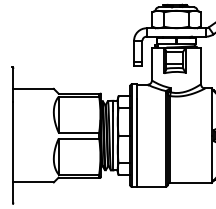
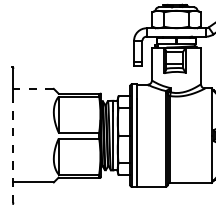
line at (33, 88): solid -> dashed
line at (13, 152): solid -> dashed
